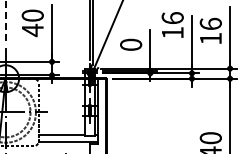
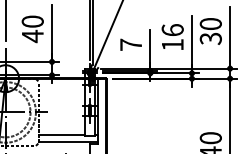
line at (5, 20): dashed -> solid
text at (32, 23) position: (32, 23) -> (32, 29)
text at (172, 24) position: (172, 24) -> (172, 36)
text at (210, 30): 16 -> 30
text at (131, 44): 0 -> 7
